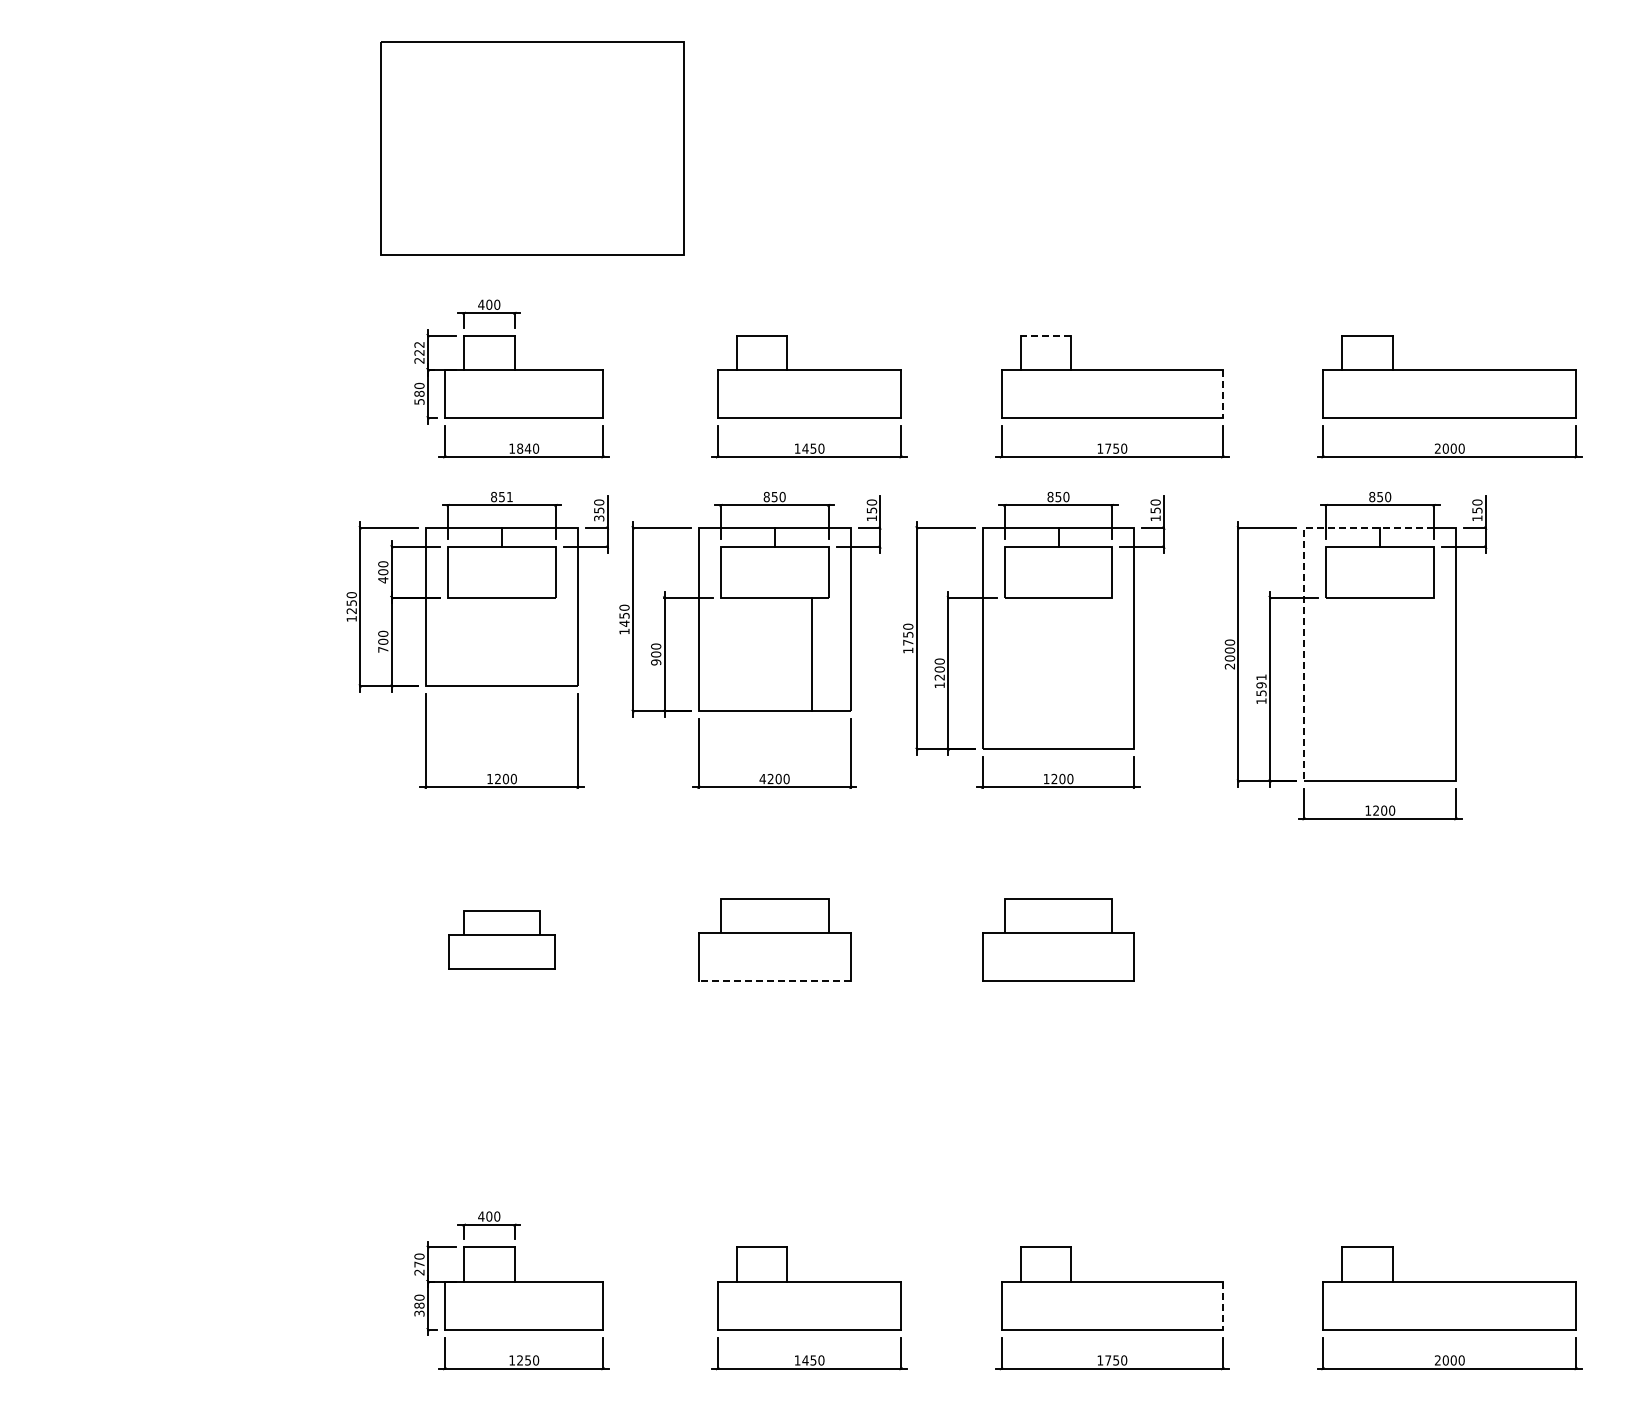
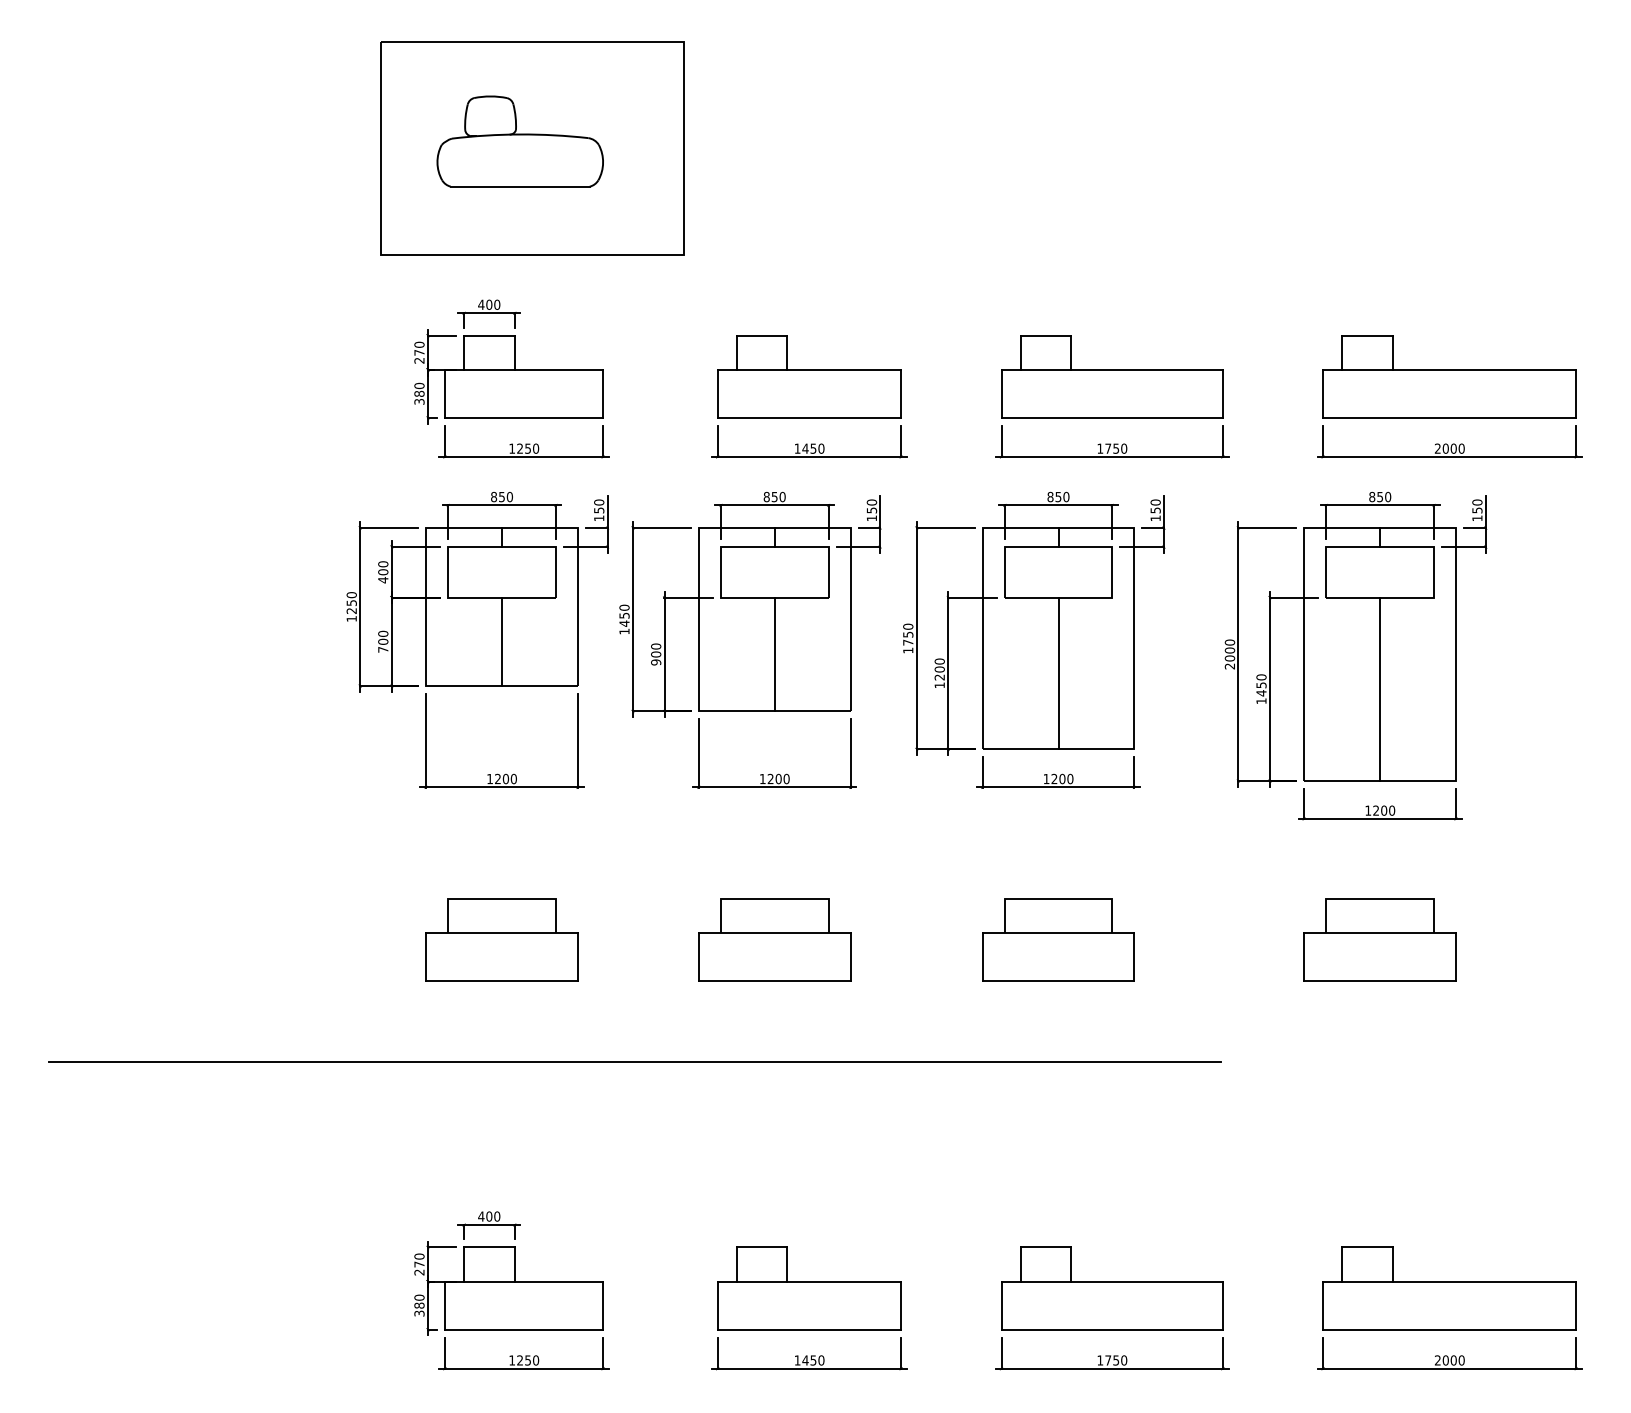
part at (519, 141): none -> present
line at (1045, 335): dashed -> solid
text at (419, 348): 222 -> 270
line at (1223, 394): dashed -> solid
text at (418, 401): 580 -> 380
text at (524, 448): 1840 -> 1250
text at (509, 496): 851 -> 850
text at (599, 518): 350 -> 150
line at (1304, 589): dashed -> solid
line at (501, 641): none -> present
line at (811, 654) position: (811, 654) -> (774, 654)
line at (1058, 673): none -> present
text at (1261, 685): 1591 -> 1450
line at (1380, 689): none -> present
text at (762, 779): 4200 -> 1200
part at (501, 939) size: 108x60 px -> 154x84 px
part at (1379, 939): none -> present
line at (774, 980): dashed -> solid
line at (634, 1061): none -> present
line at (1223, 1306): dashed -> solid
